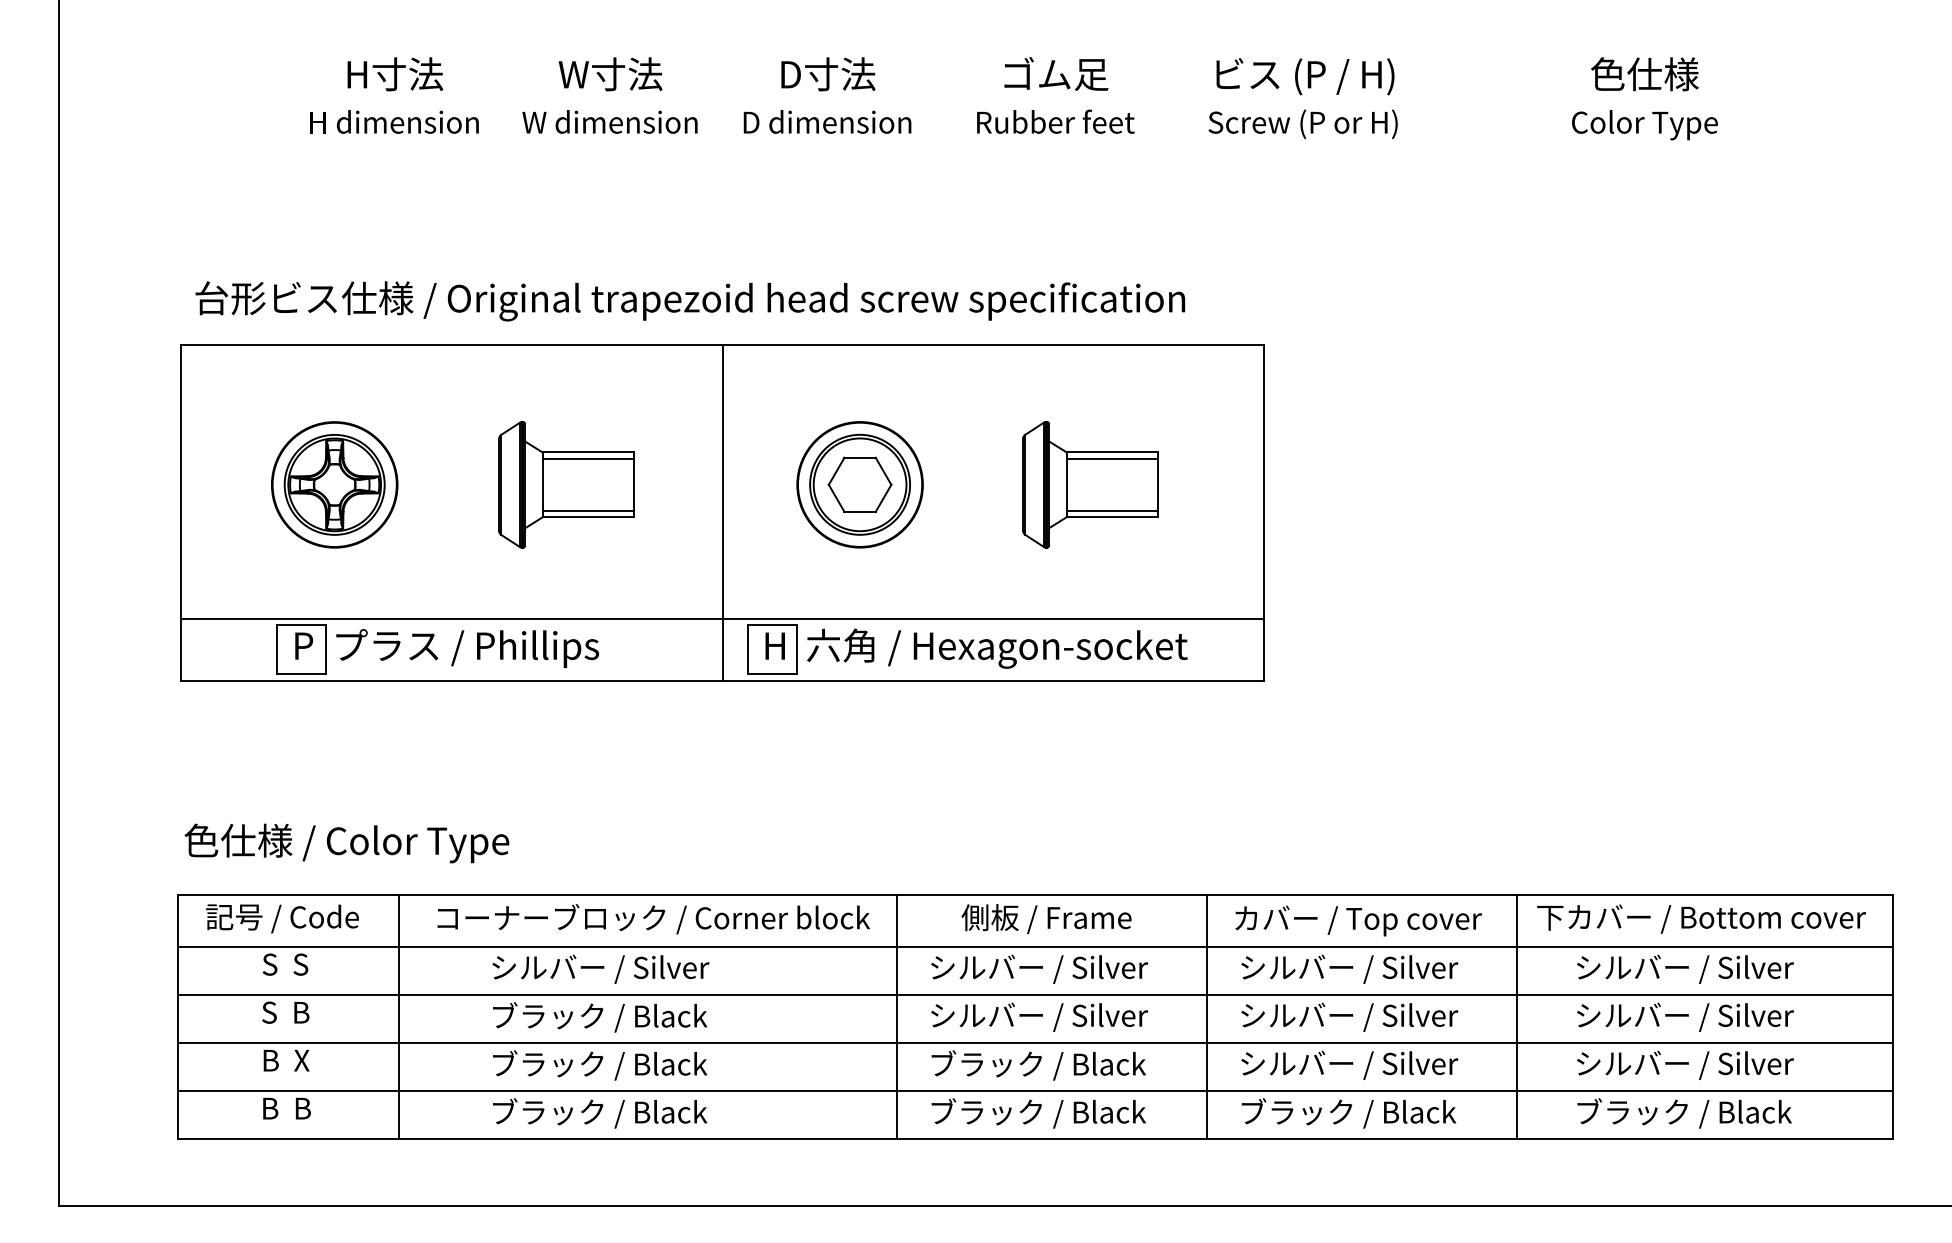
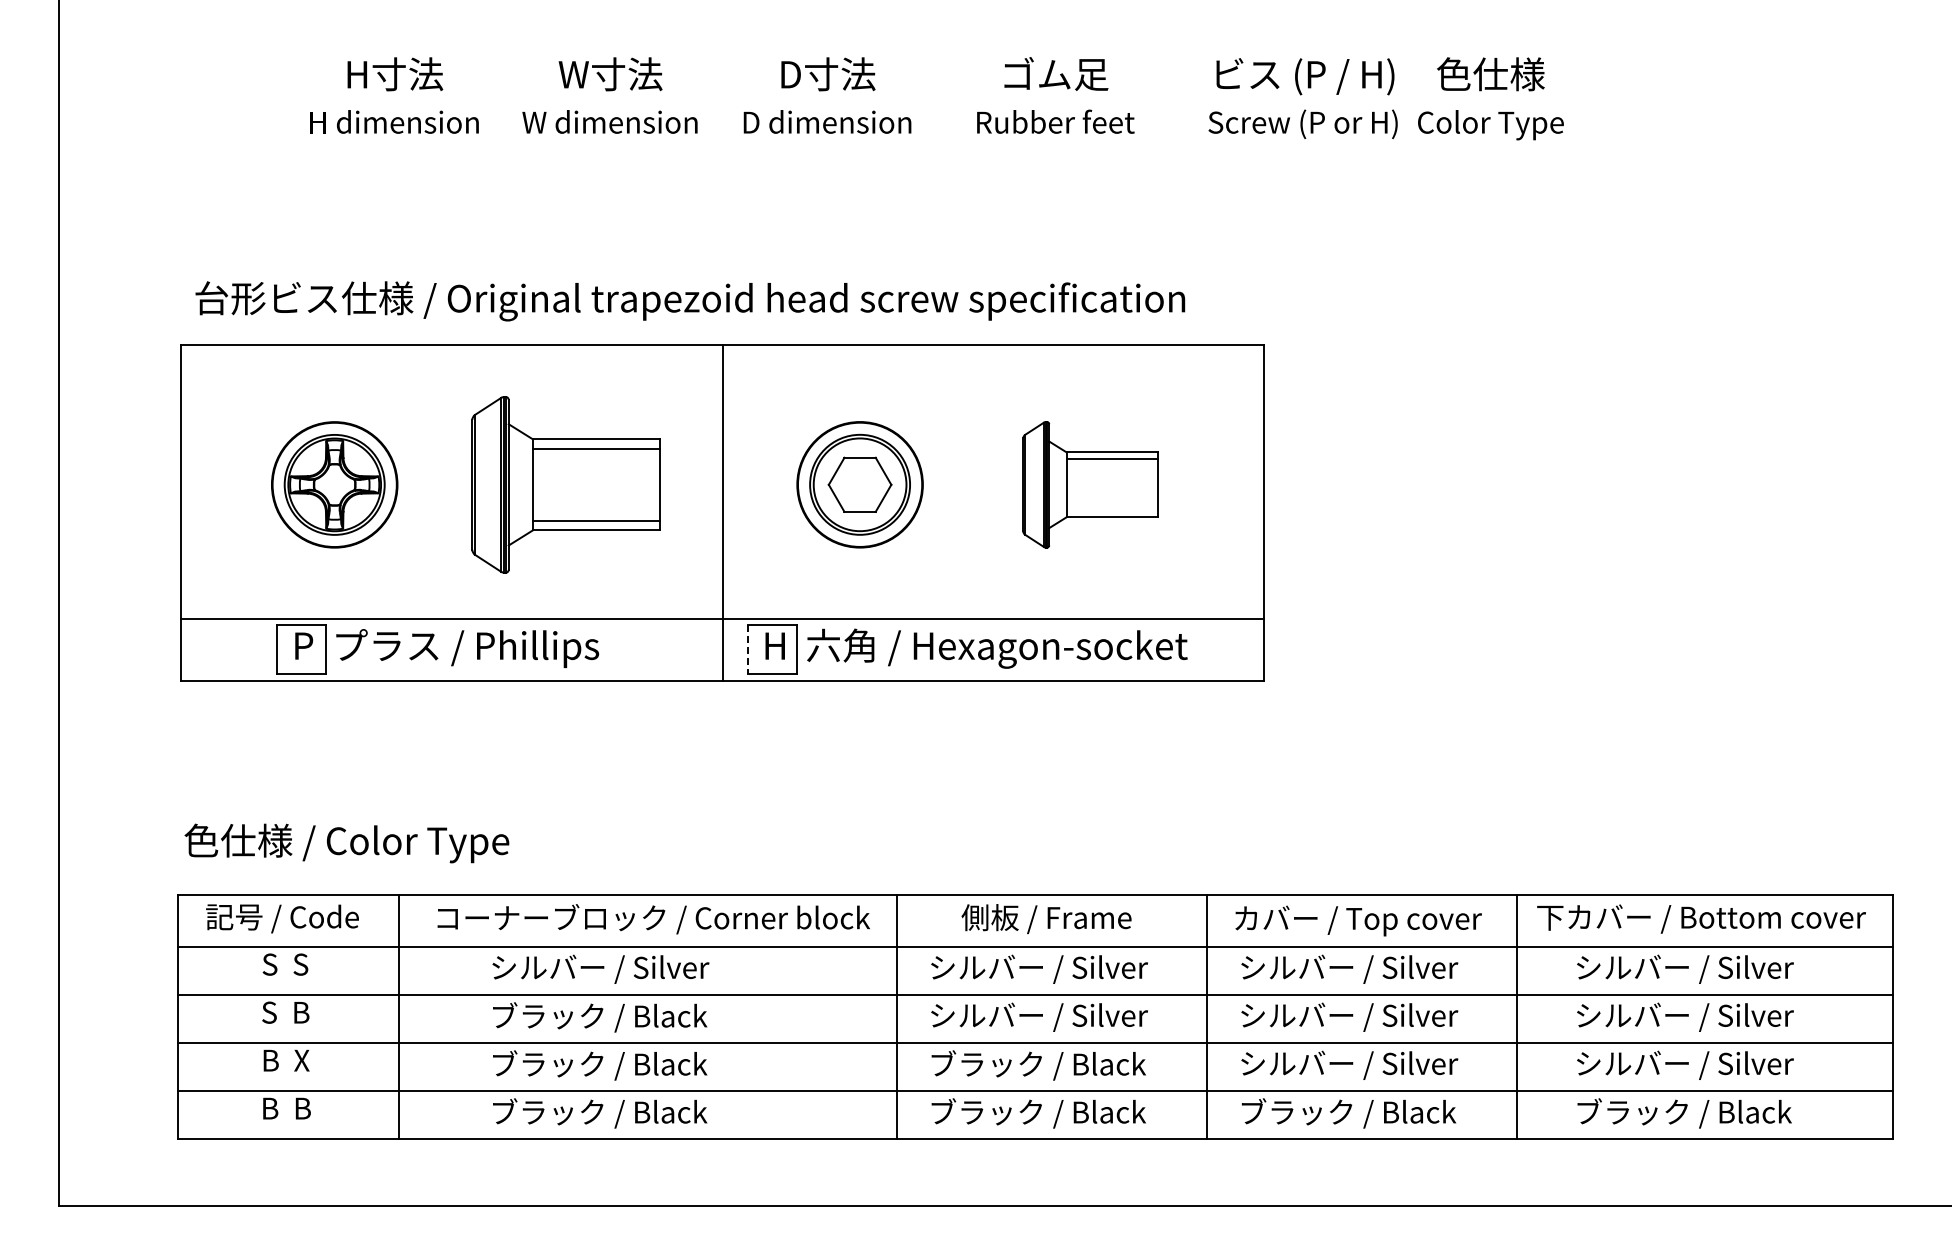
text at (1644, 98) position: (1644, 98) -> (1490, 98)
part at (566, 484) size: 137x128 px -> 190x178 px
line at (1111, 510): present -> none
line at (748, 650): solid -> dashed
